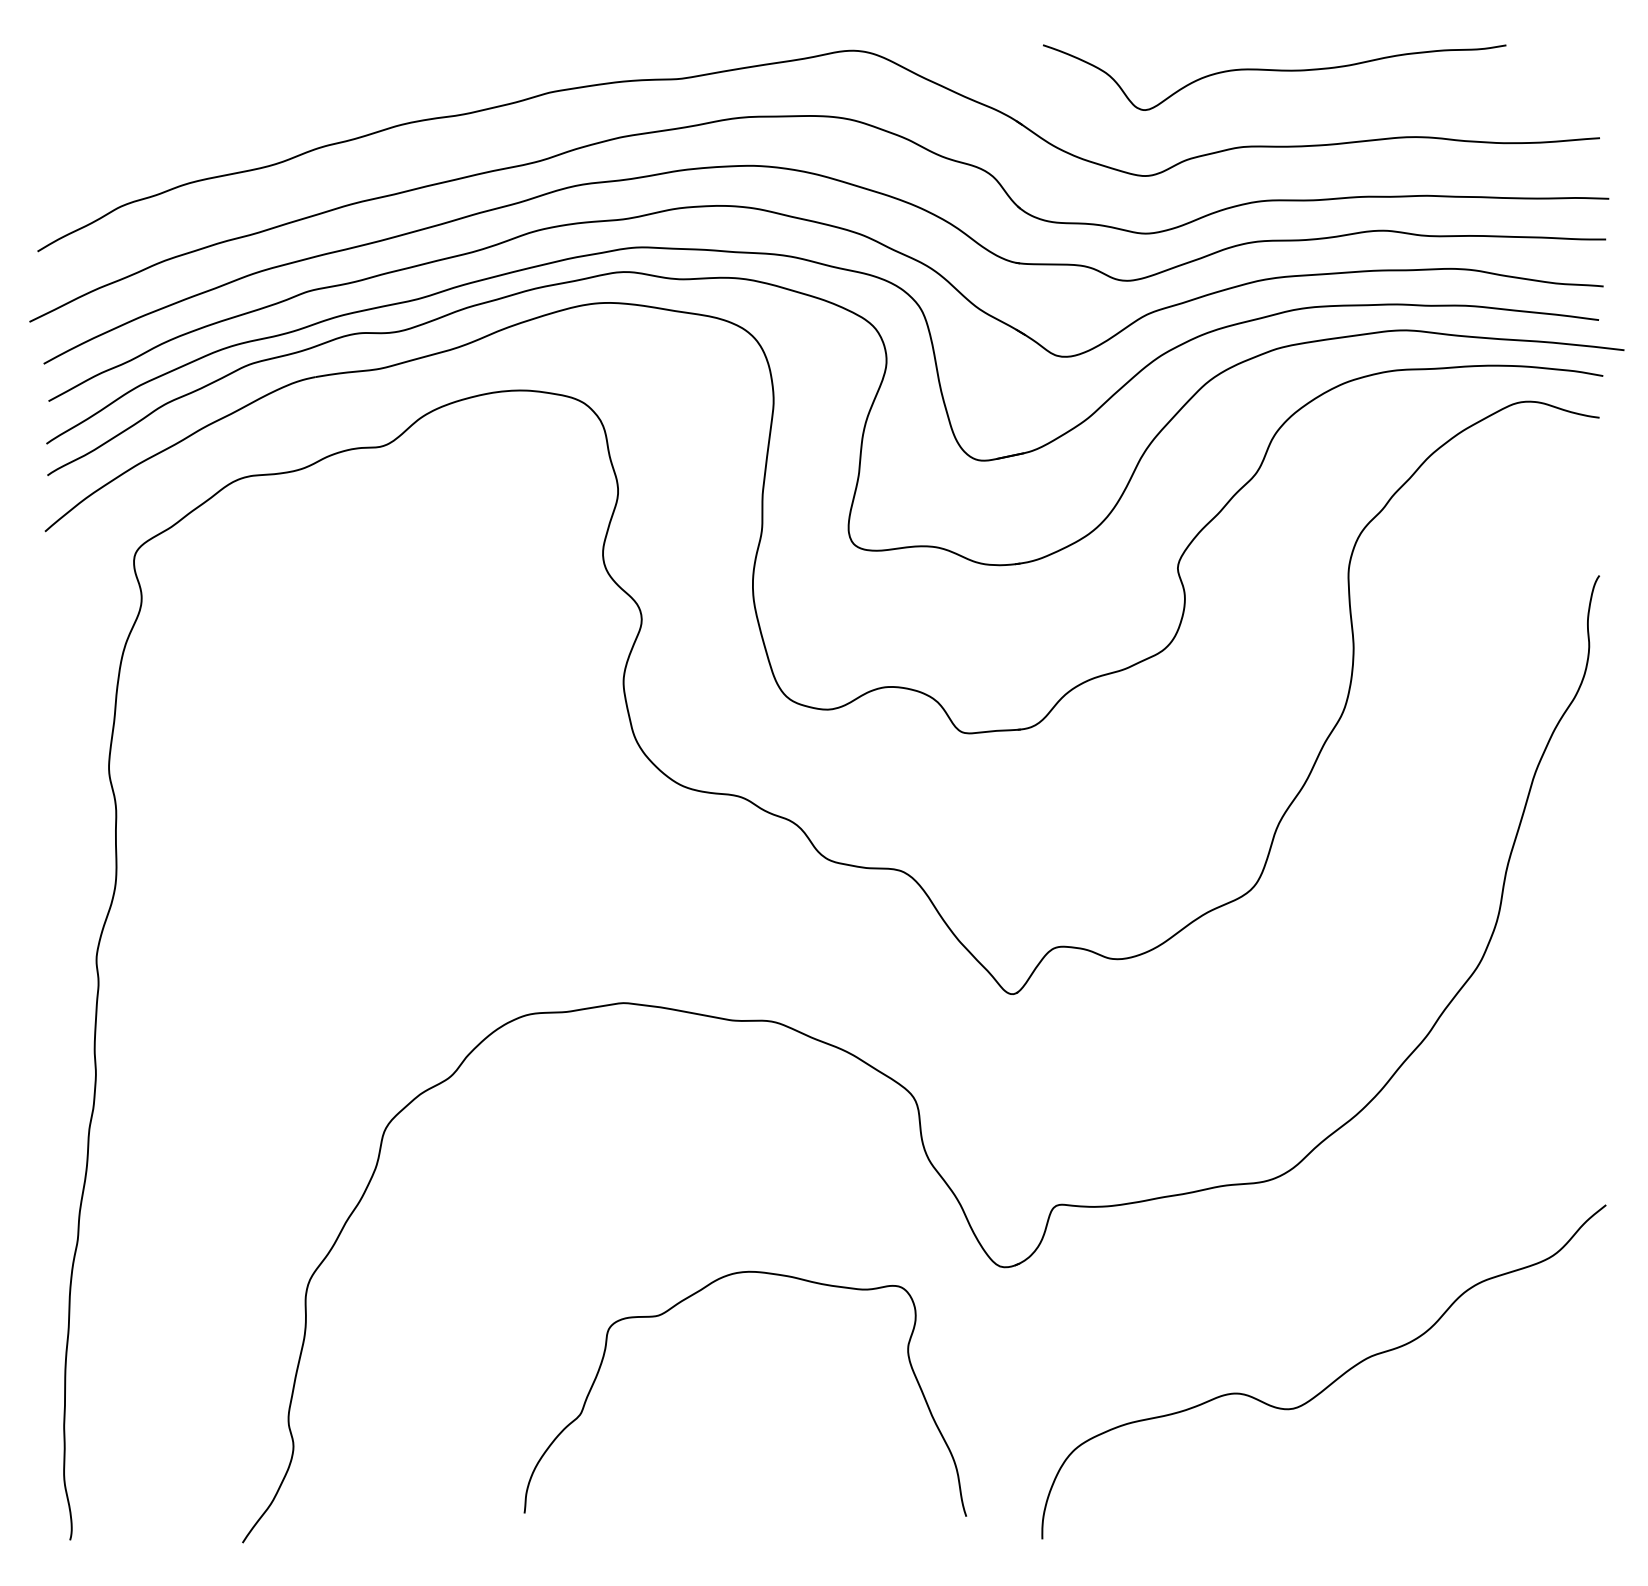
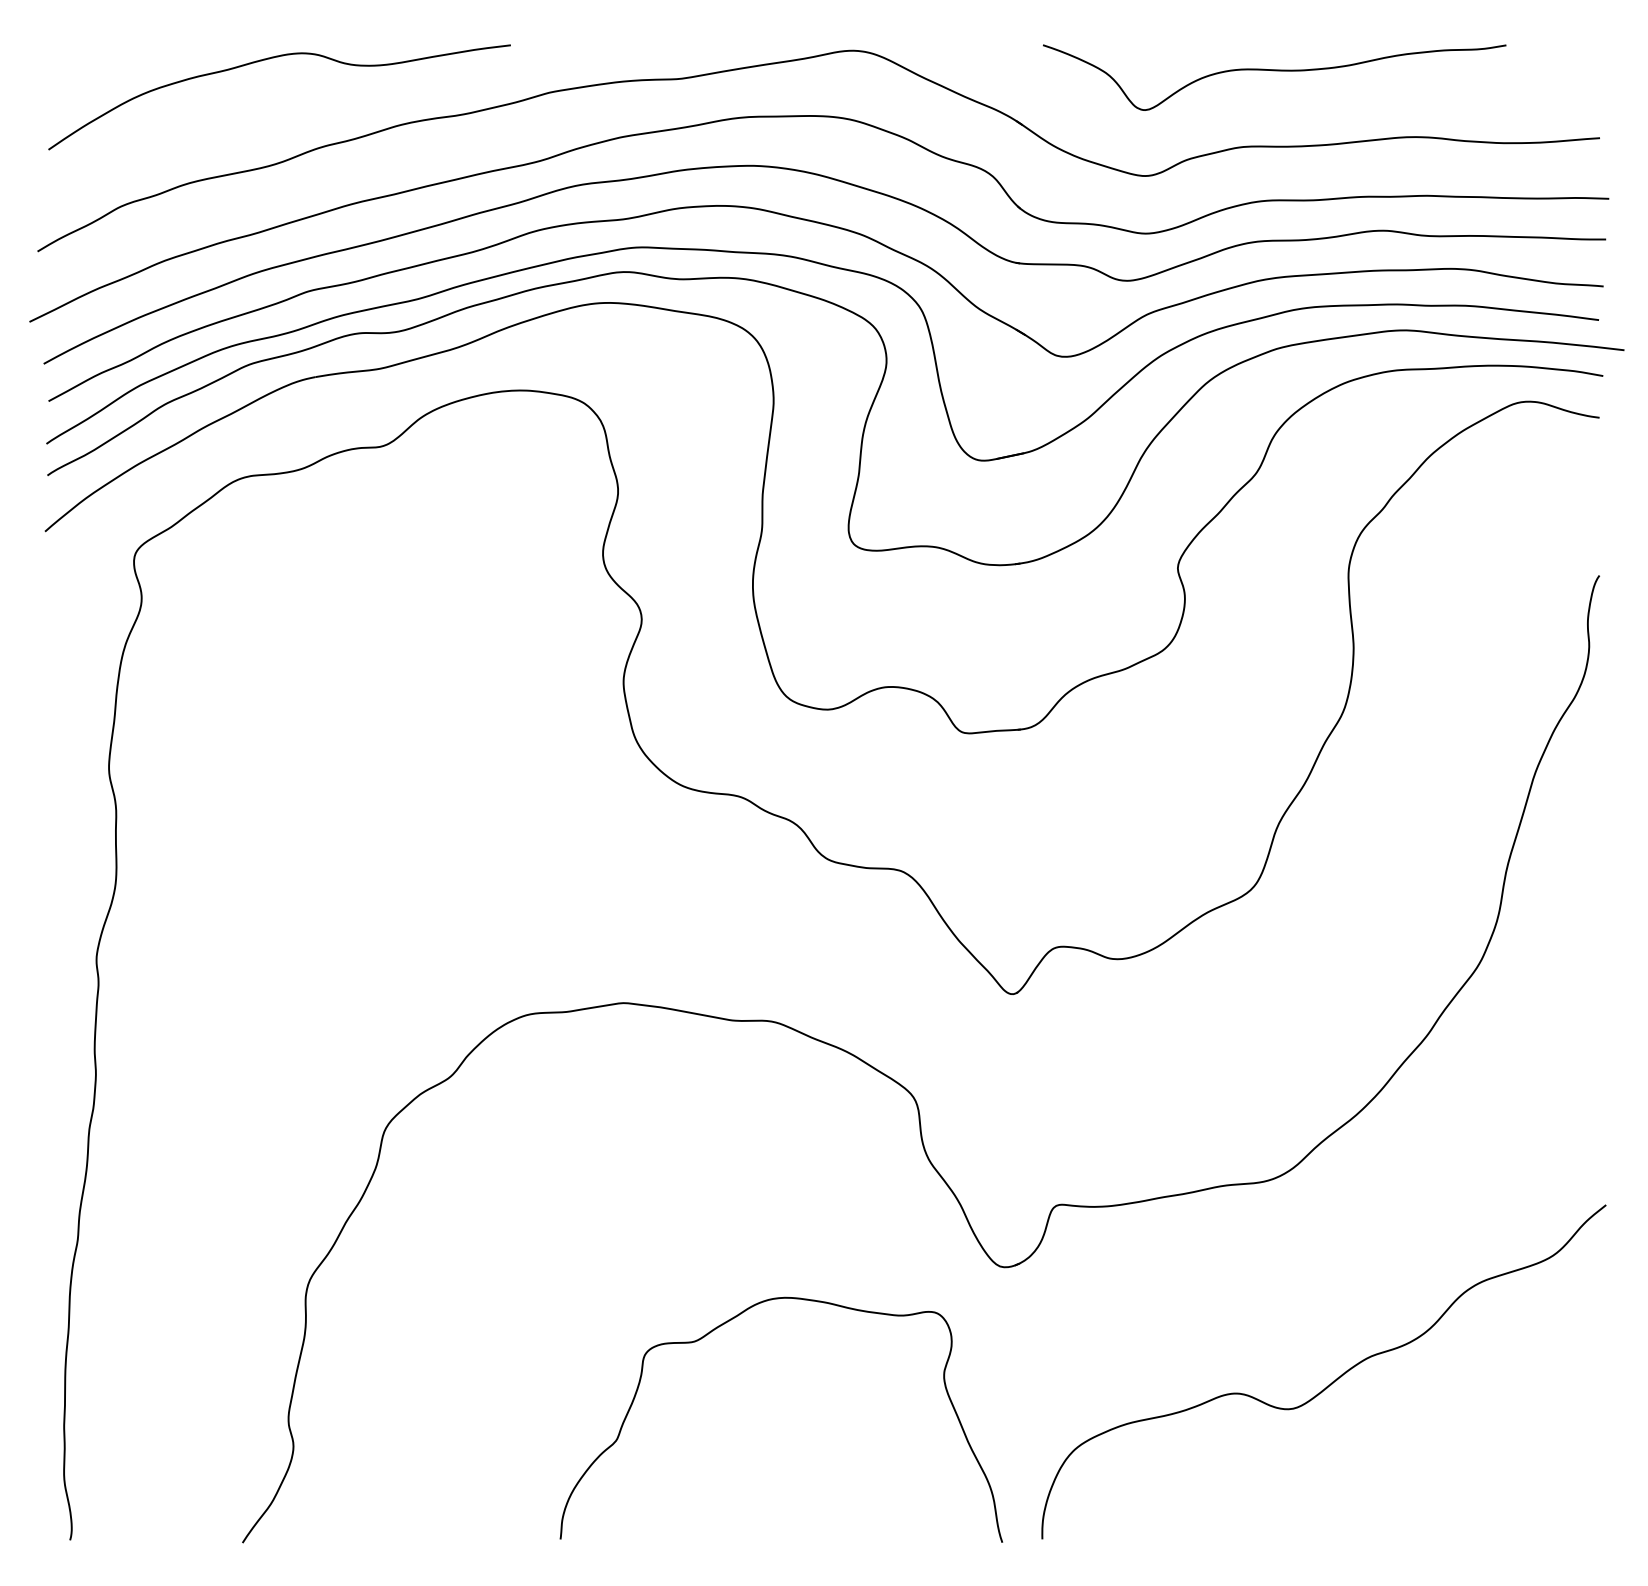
curve at (269, 59): none -> present
curve at (690, 1297) position: (690, 1297) -> (726, 1323)
